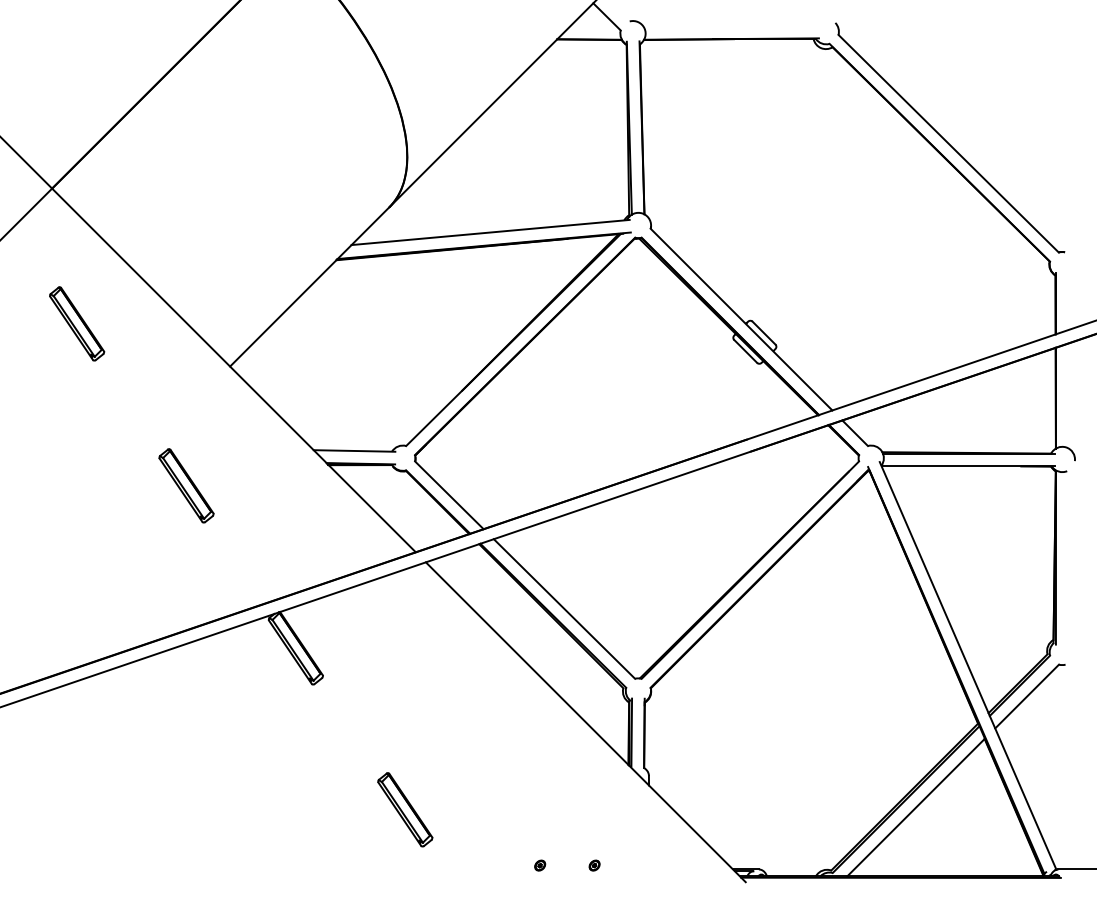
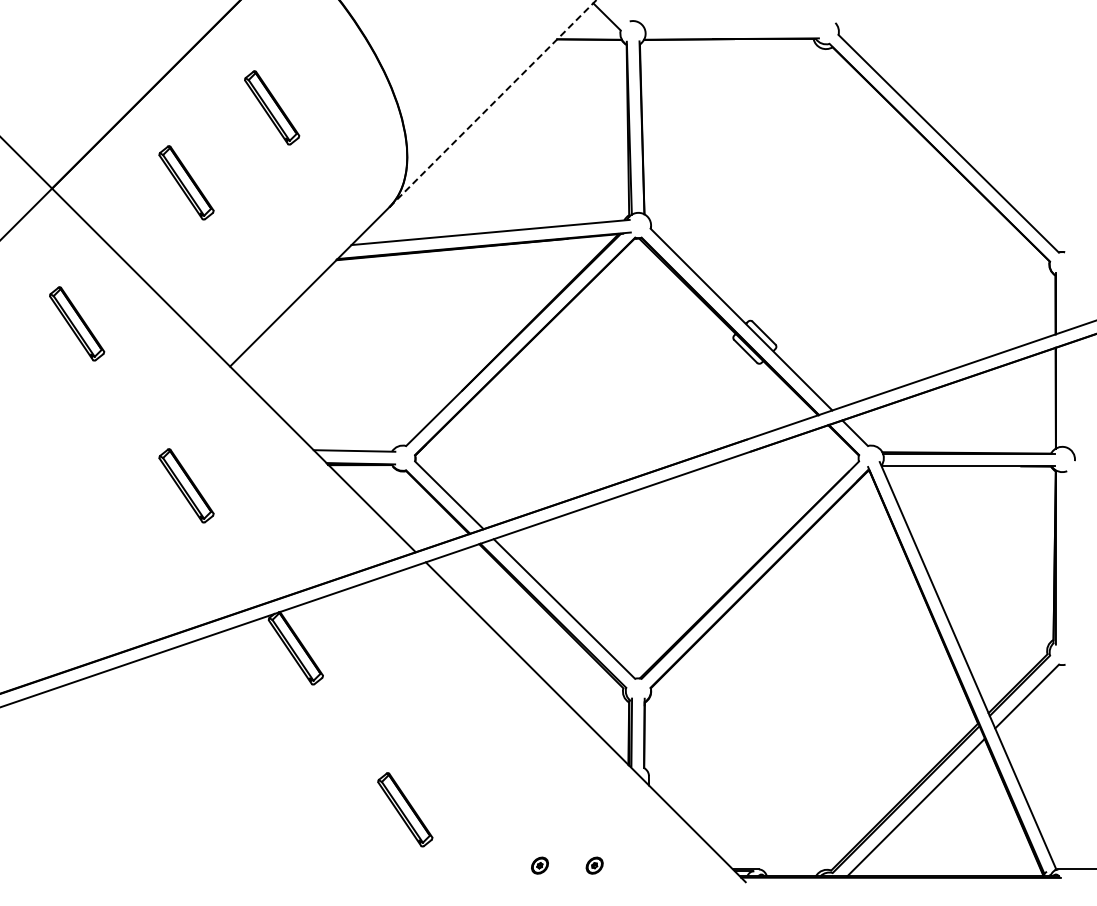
line at (493, 103): solid -> dashed
part at (272, 107): none -> present
part at (186, 182): none -> present
part at (540, 865) size: 13x13 px -> 18x19 px
part at (594, 865) size: 13x13 px -> 19x19 px
